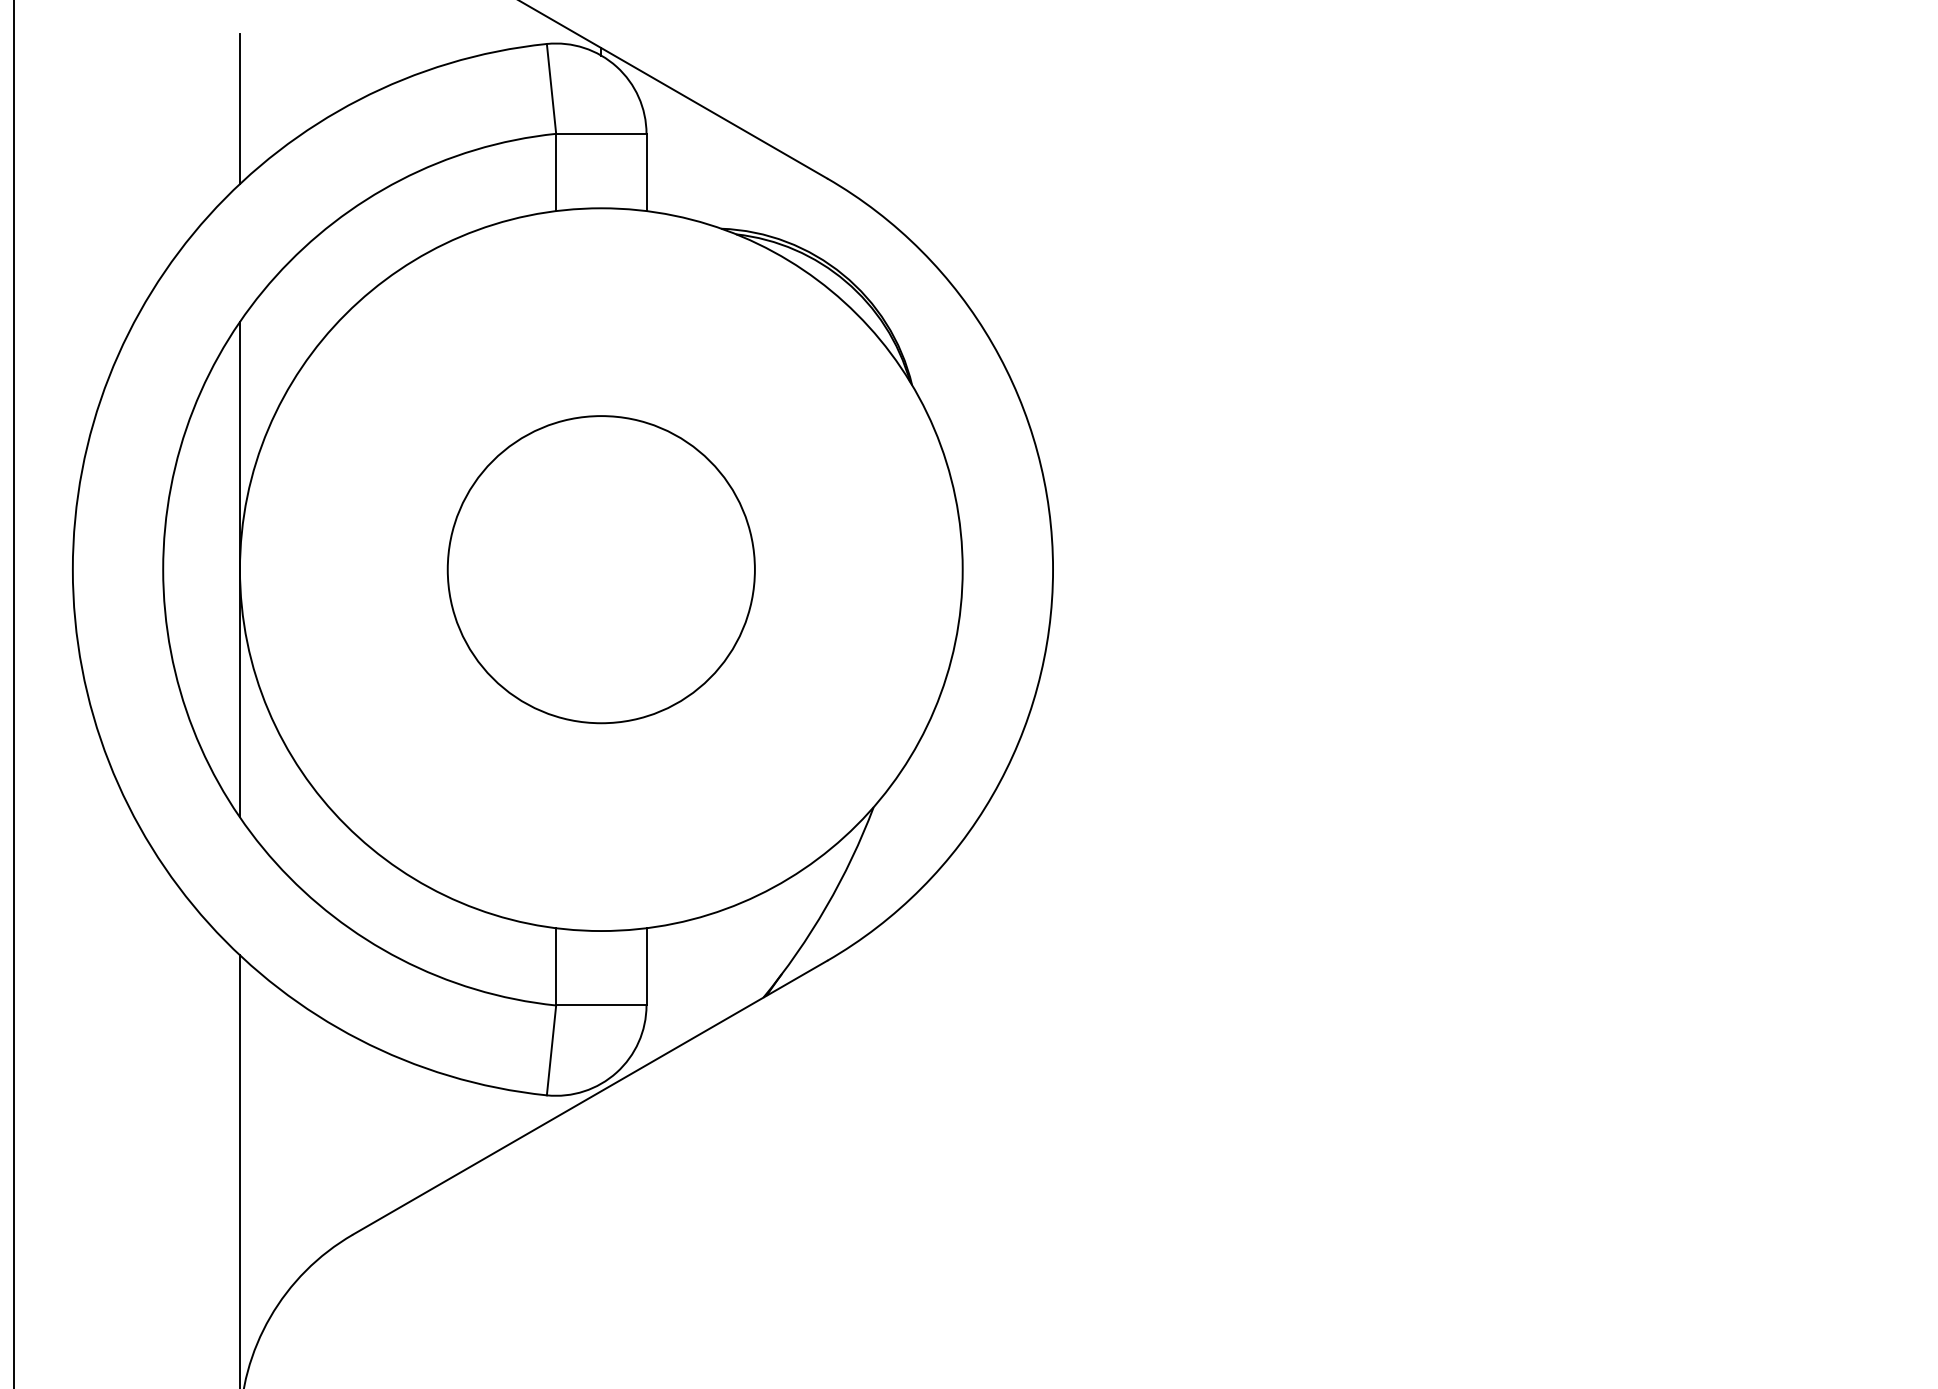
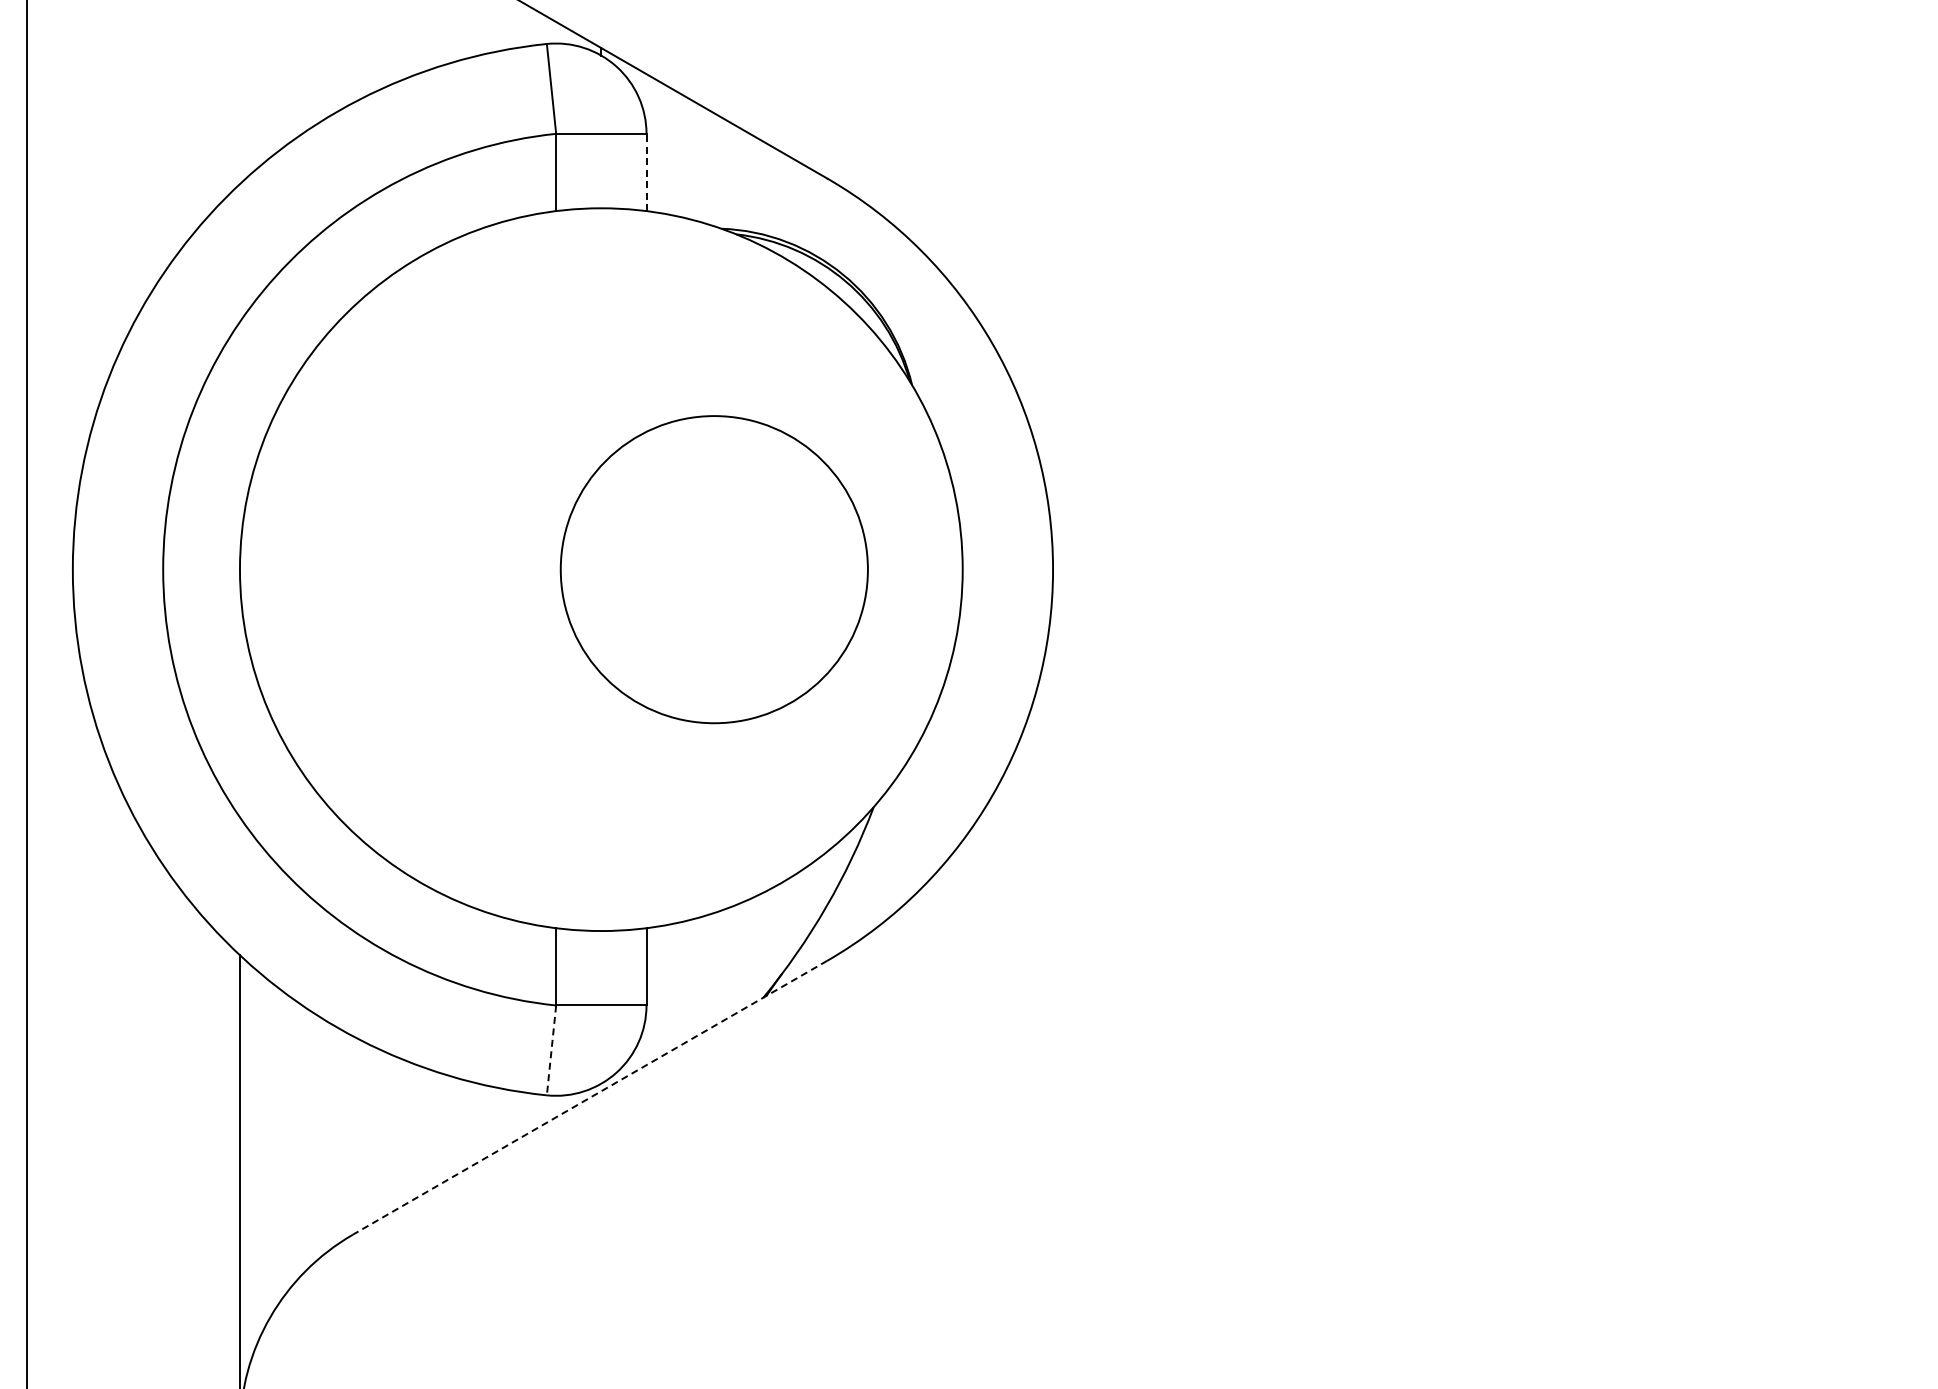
line at (239, 109): present -> none
line at (646, 172): solid -> dashed
line at (239, 569): present -> none
circle at (600, 569) position: (600, 569) -> (713, 569)
line at (14, 693) position: (14, 693) -> (27, 693)
line at (551, 1050): solid -> dashed
line at (590, 1097): solid -> dashed
